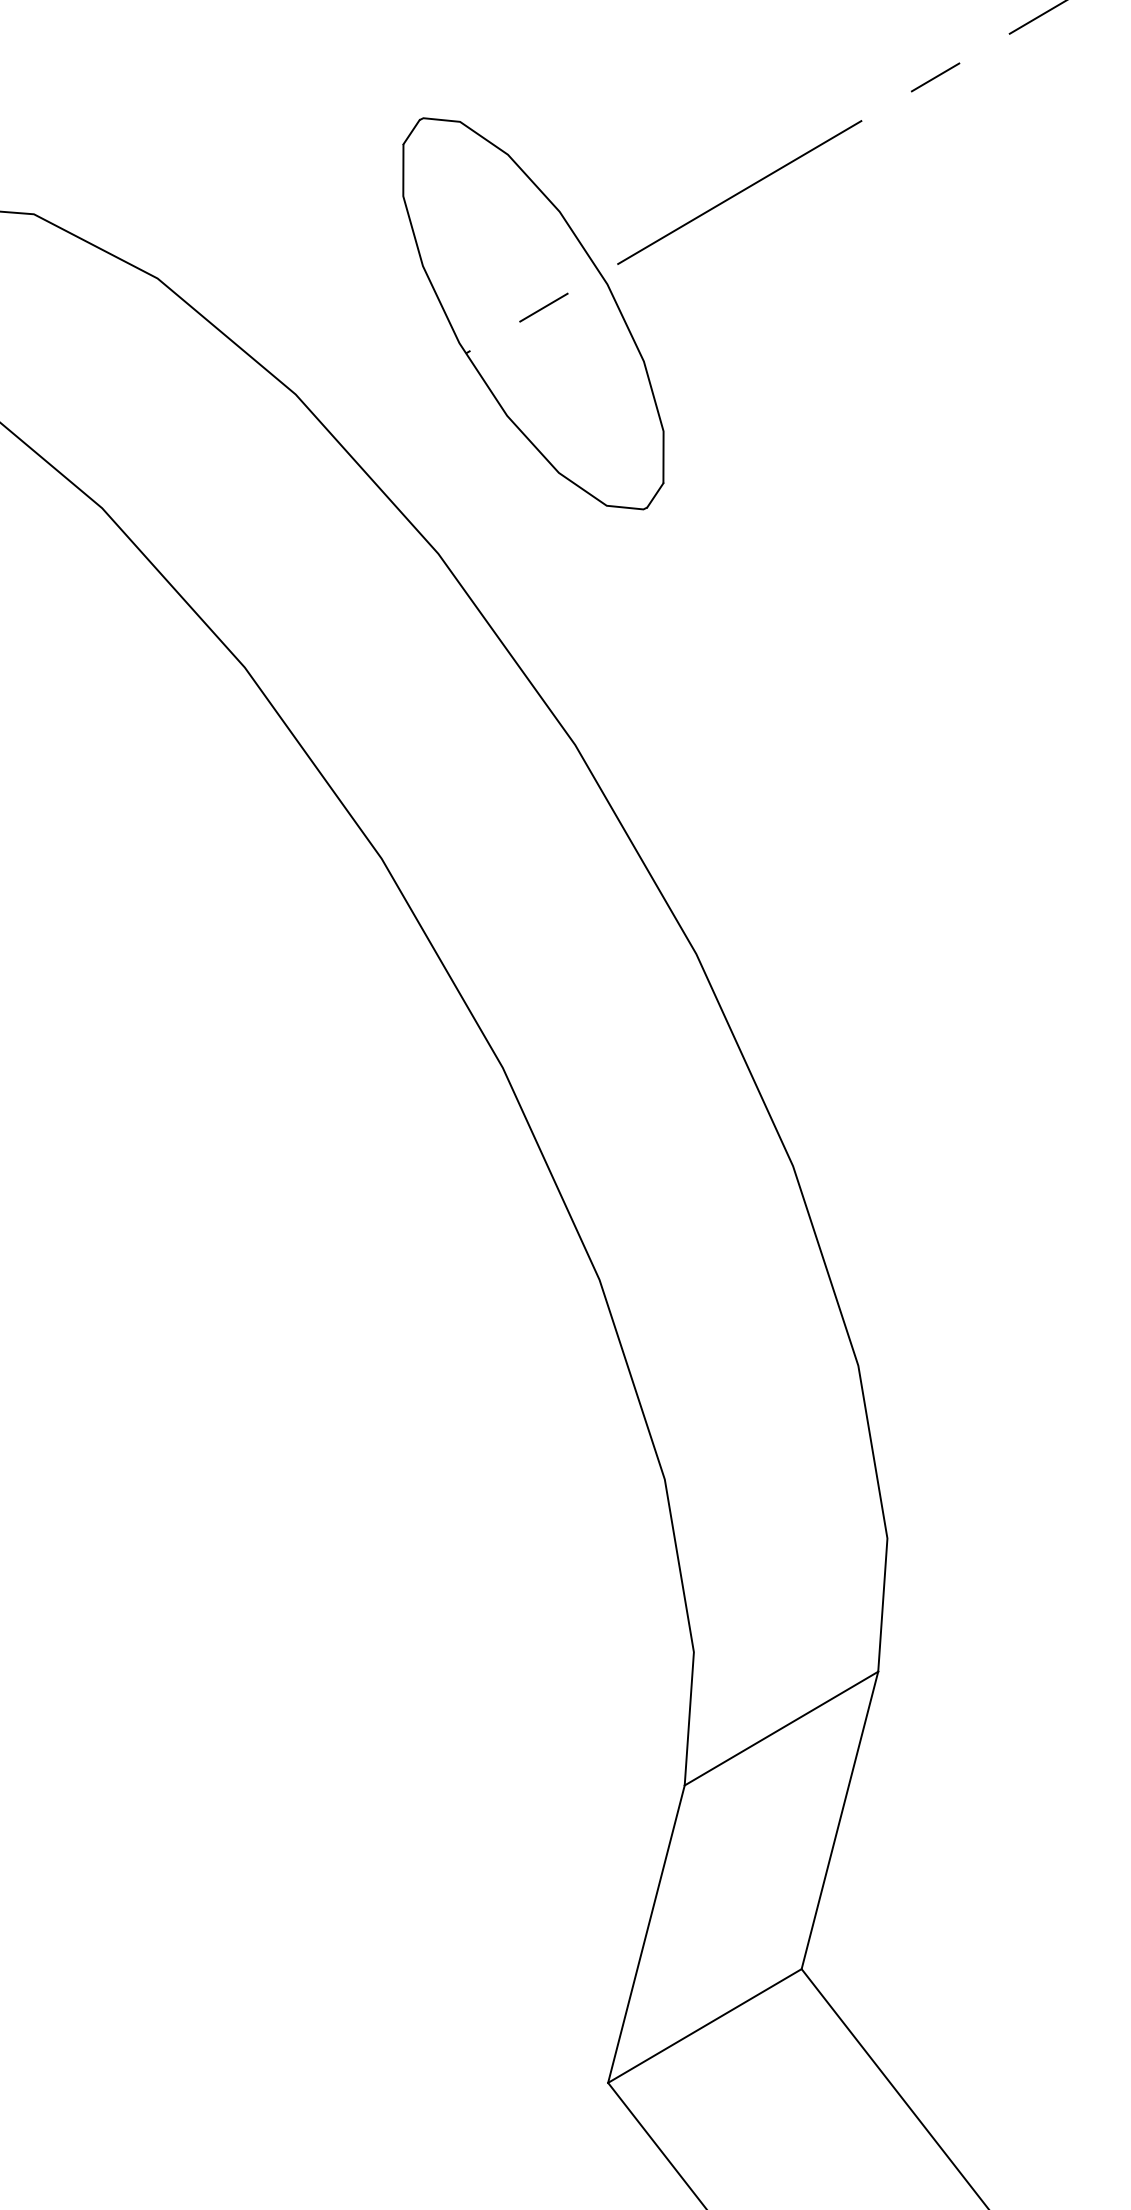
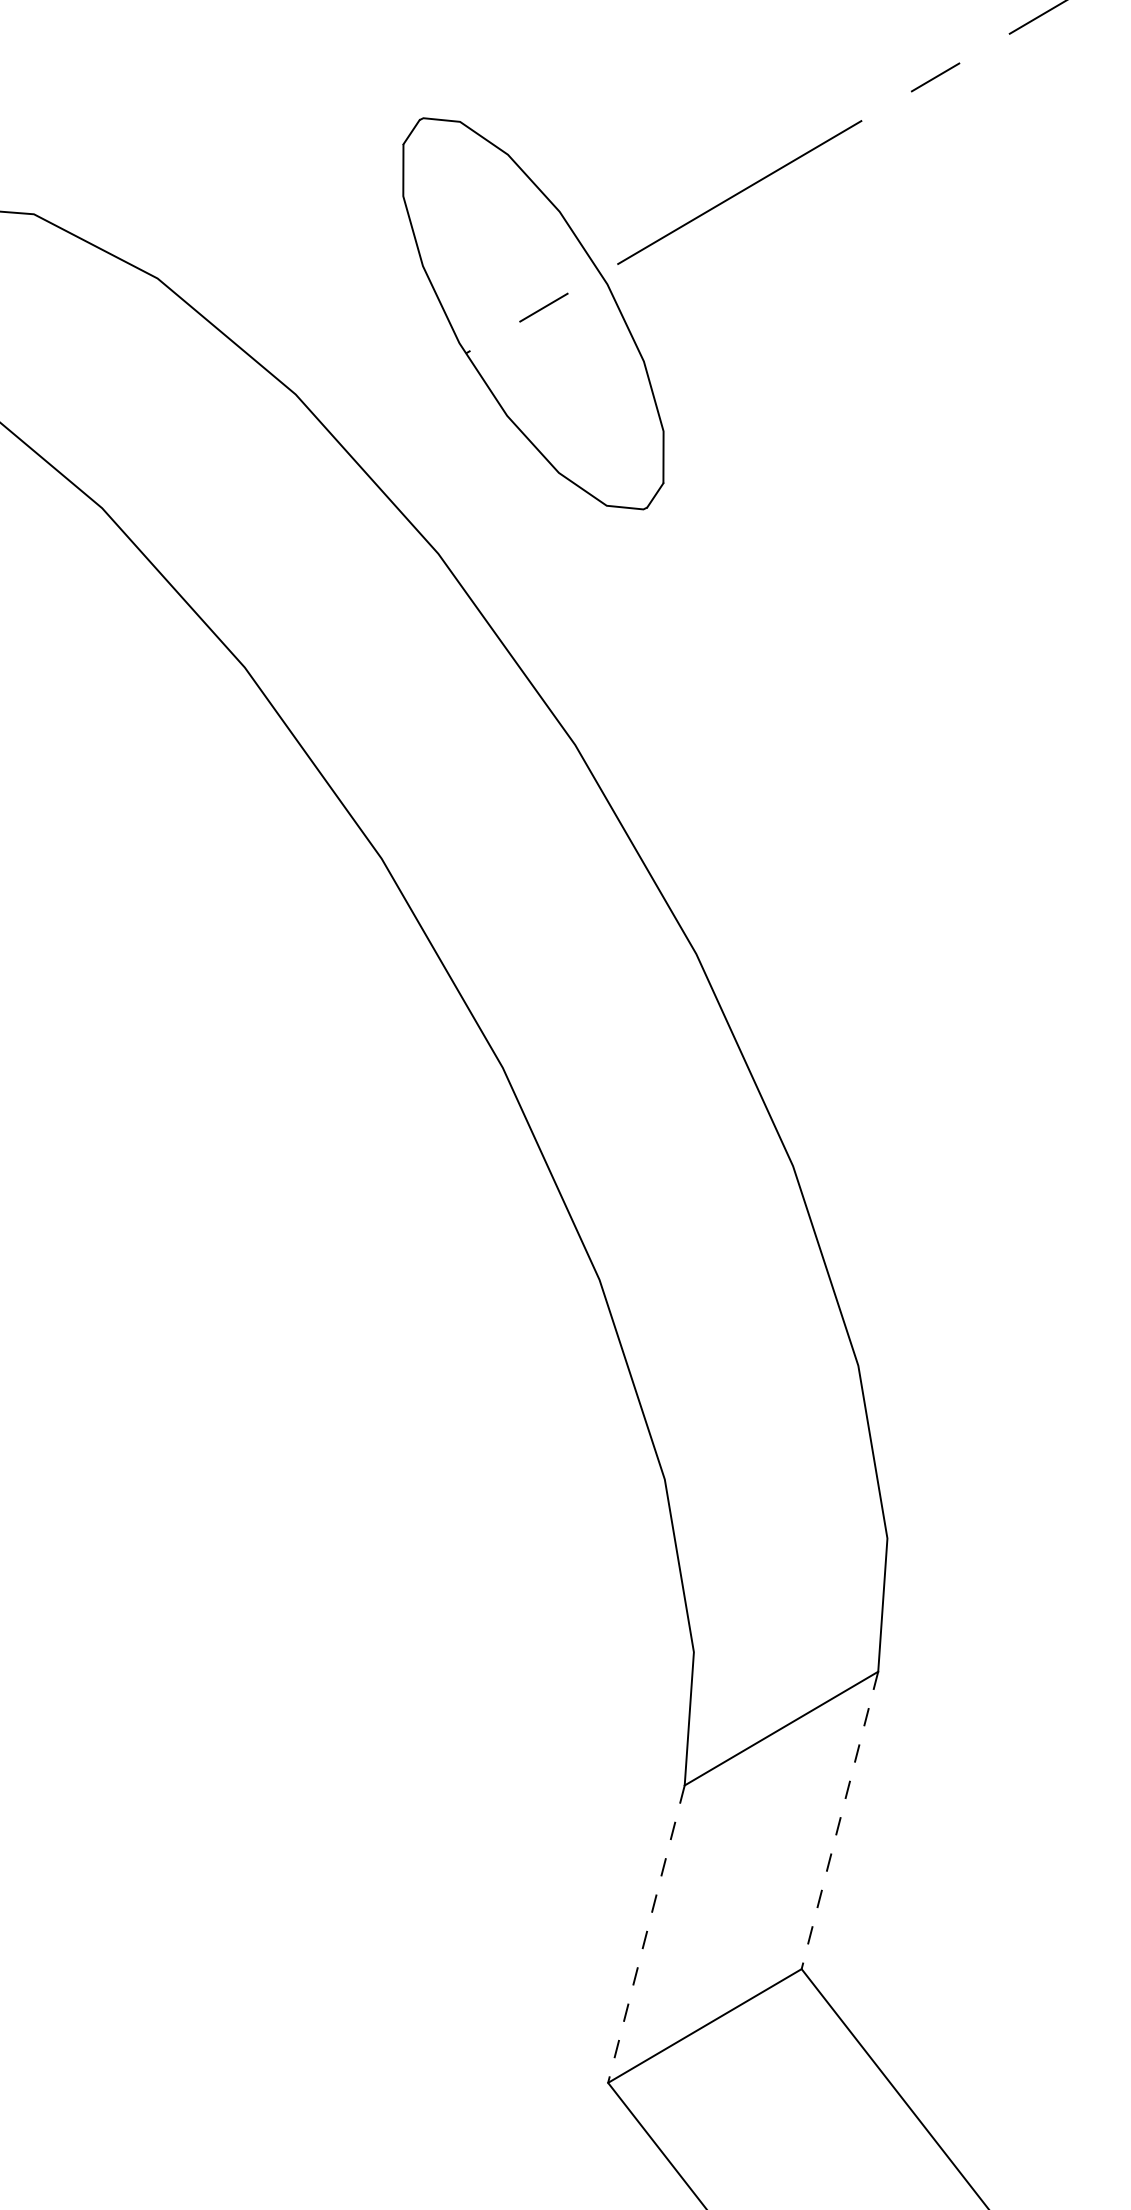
line at (839, 1820): solid -> dashed
line at (646, 1934): solid -> dashed
